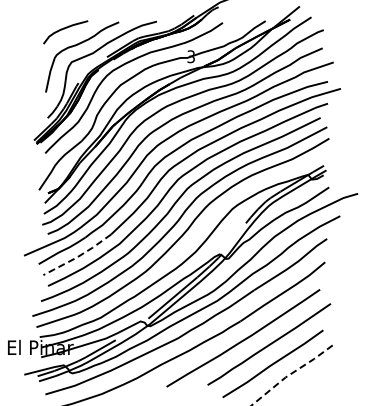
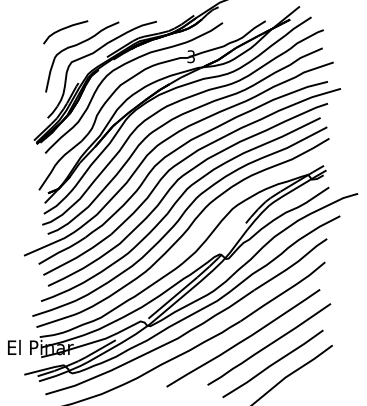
line at (77, 256): dashed -> solid
line at (290, 374): dashed -> solid
